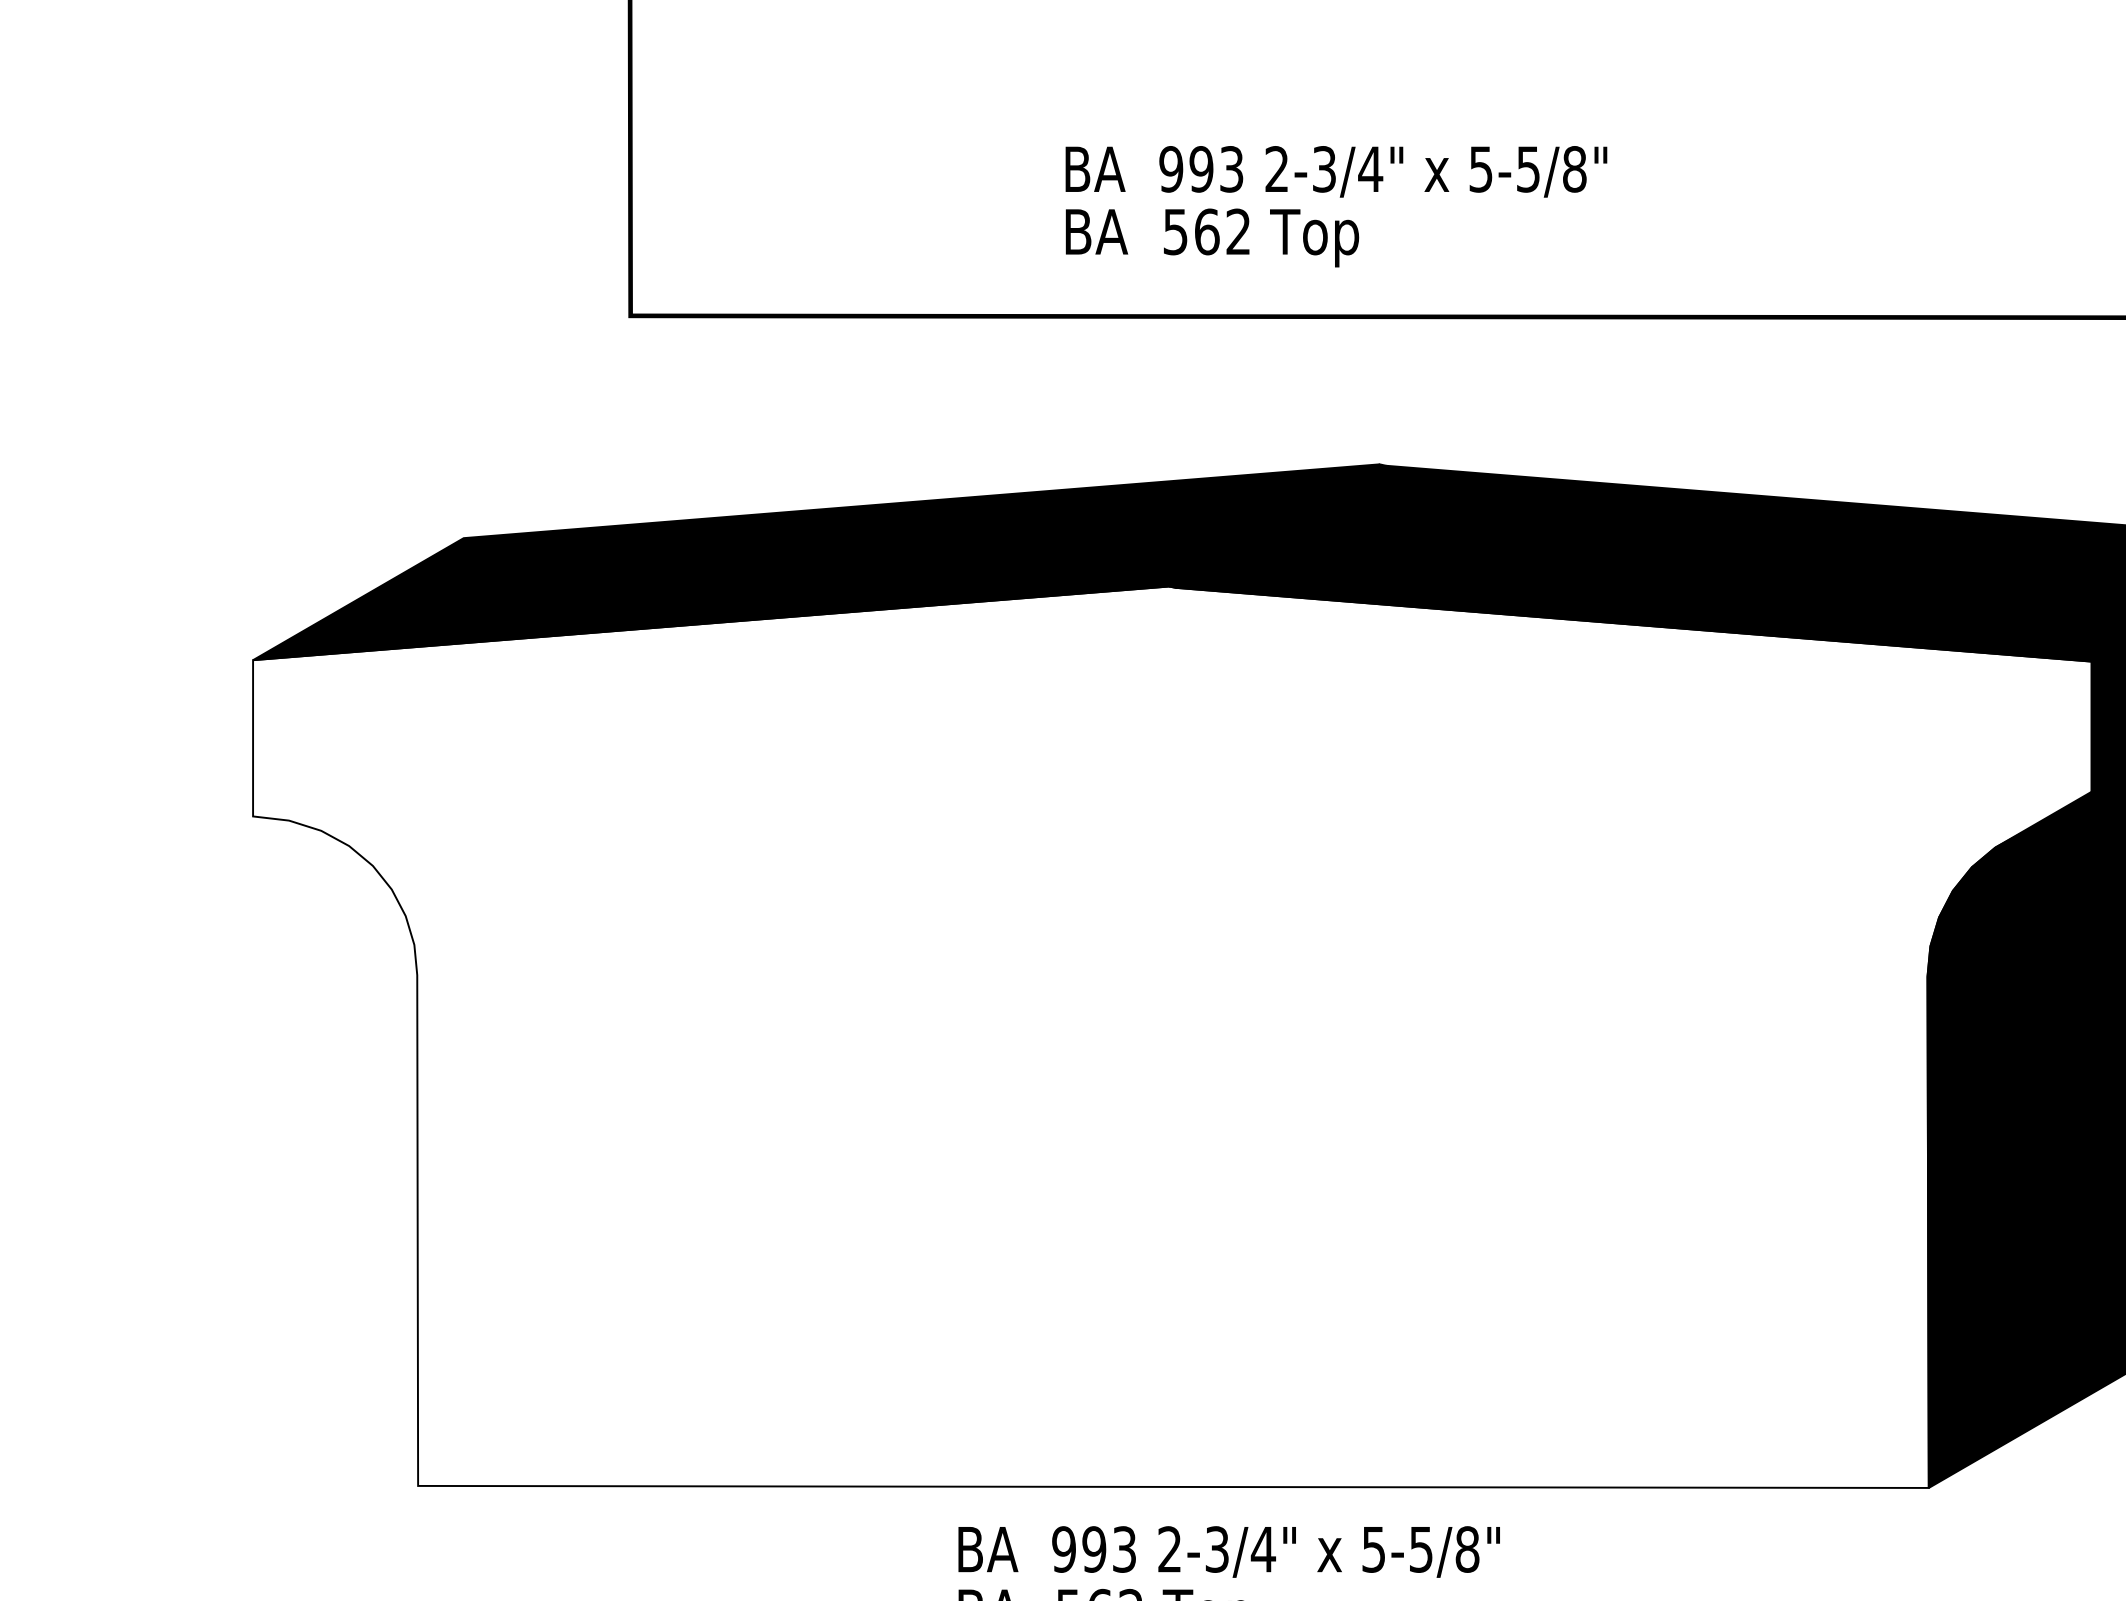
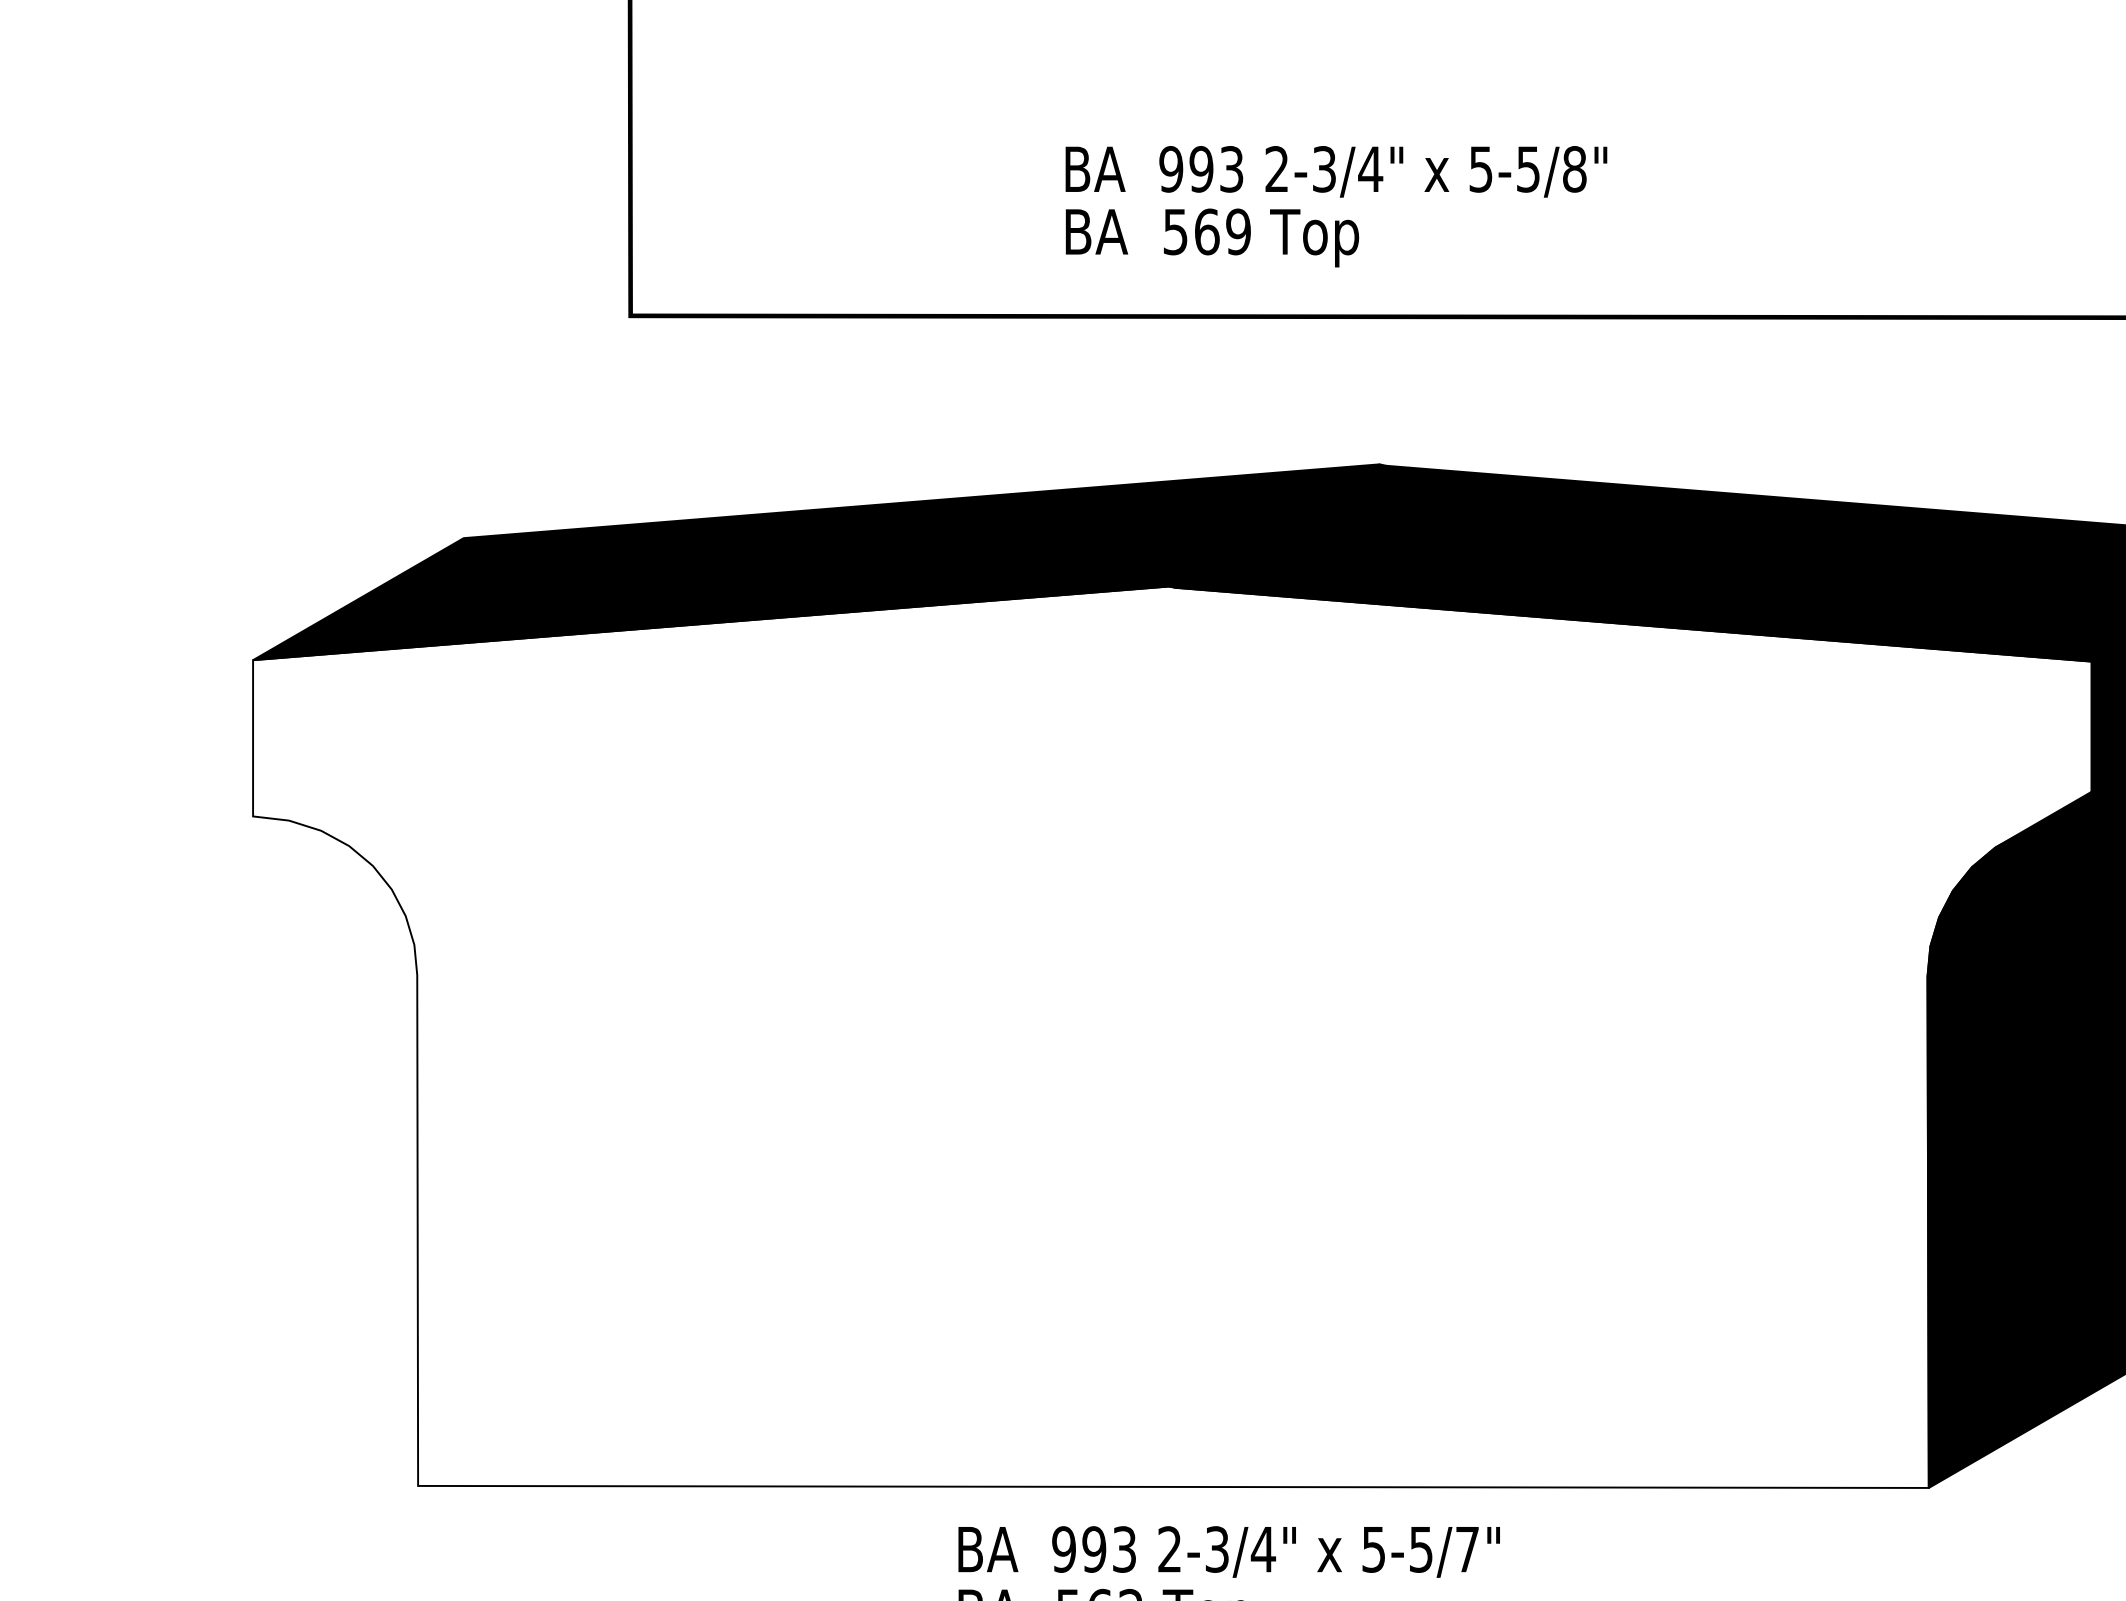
text at (1238, 231): 562 -> 569
text at (1467, 1549): 5-5/8" -> 5-5/7"
